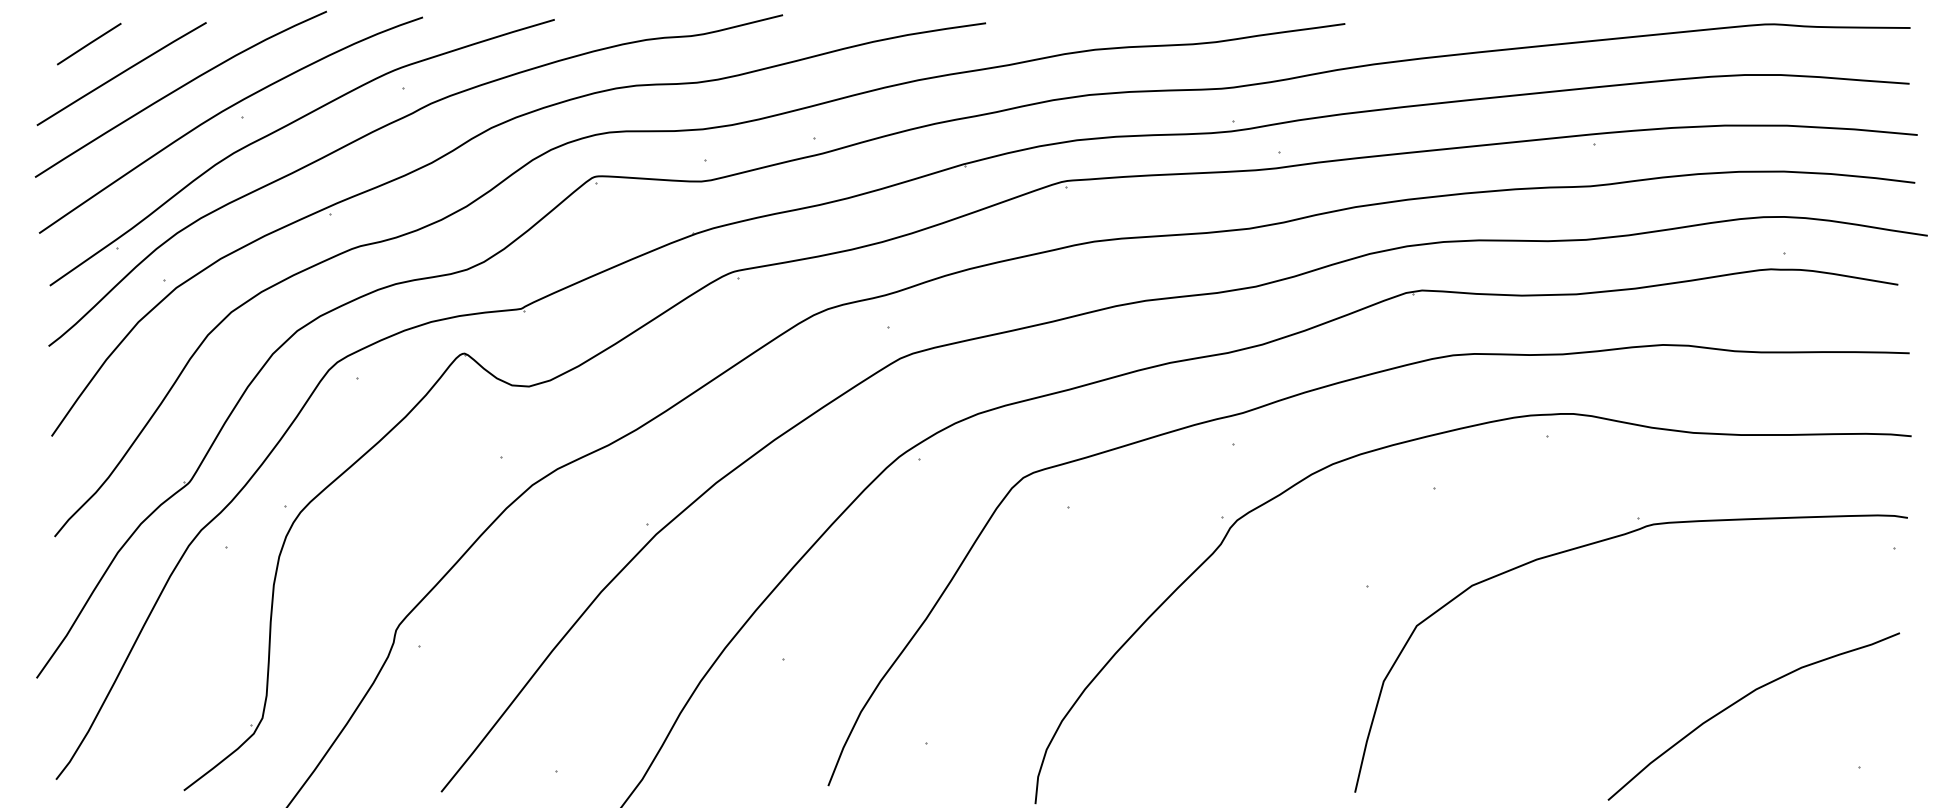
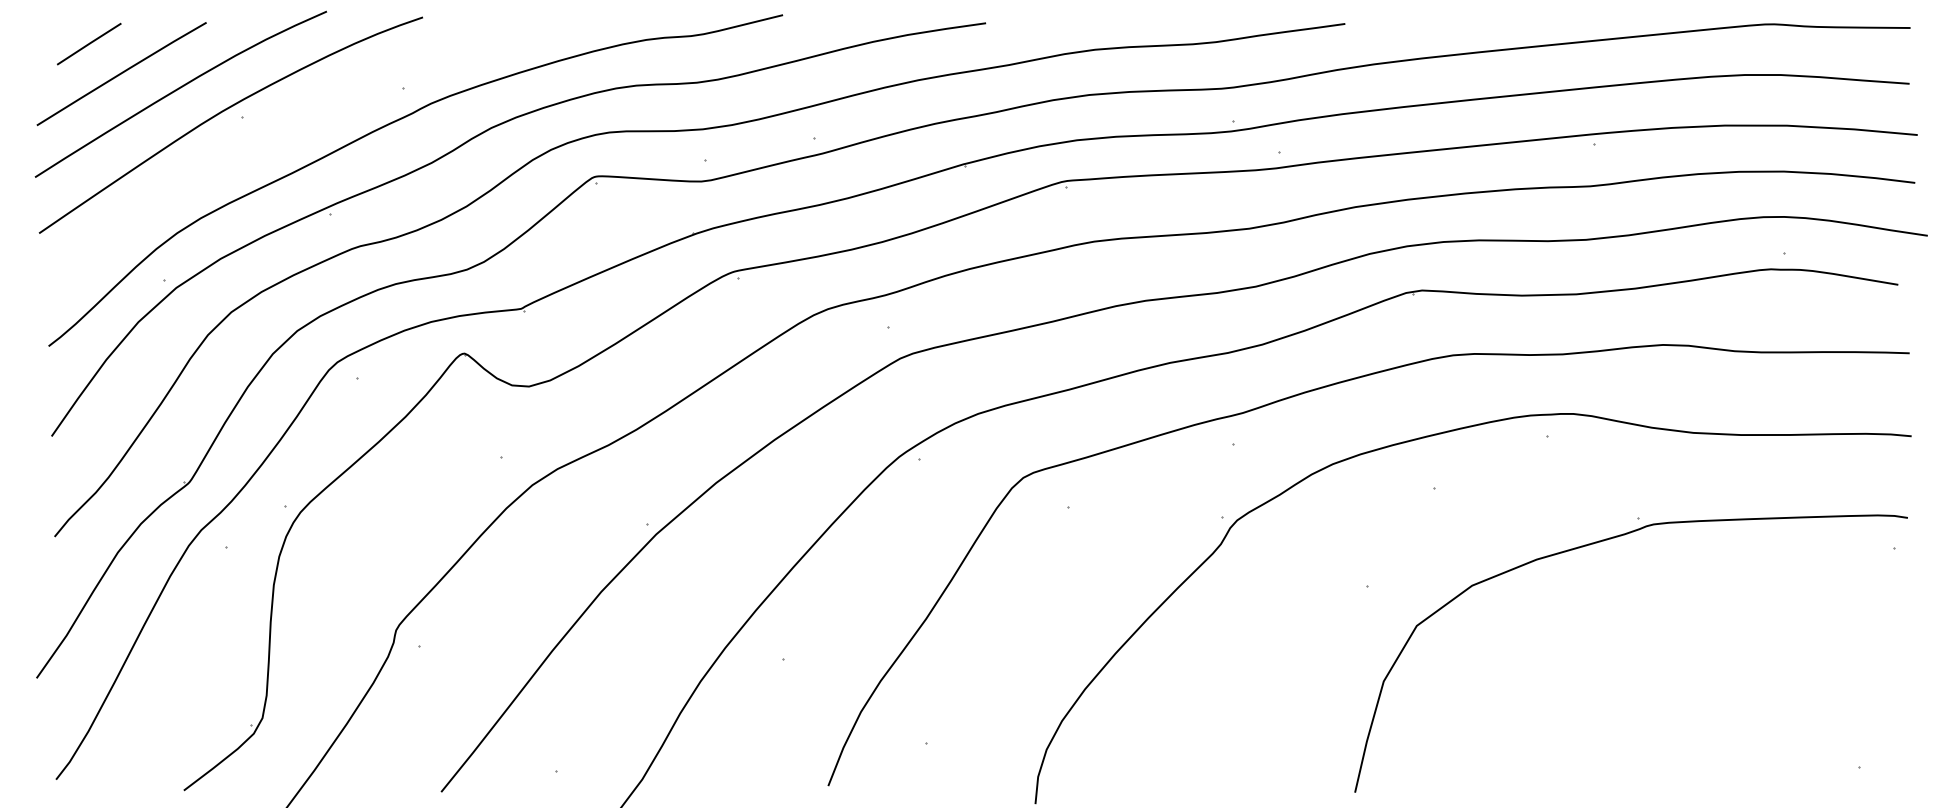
part at (287, 126): present -> none
curve at (1744, 698): present -> none
